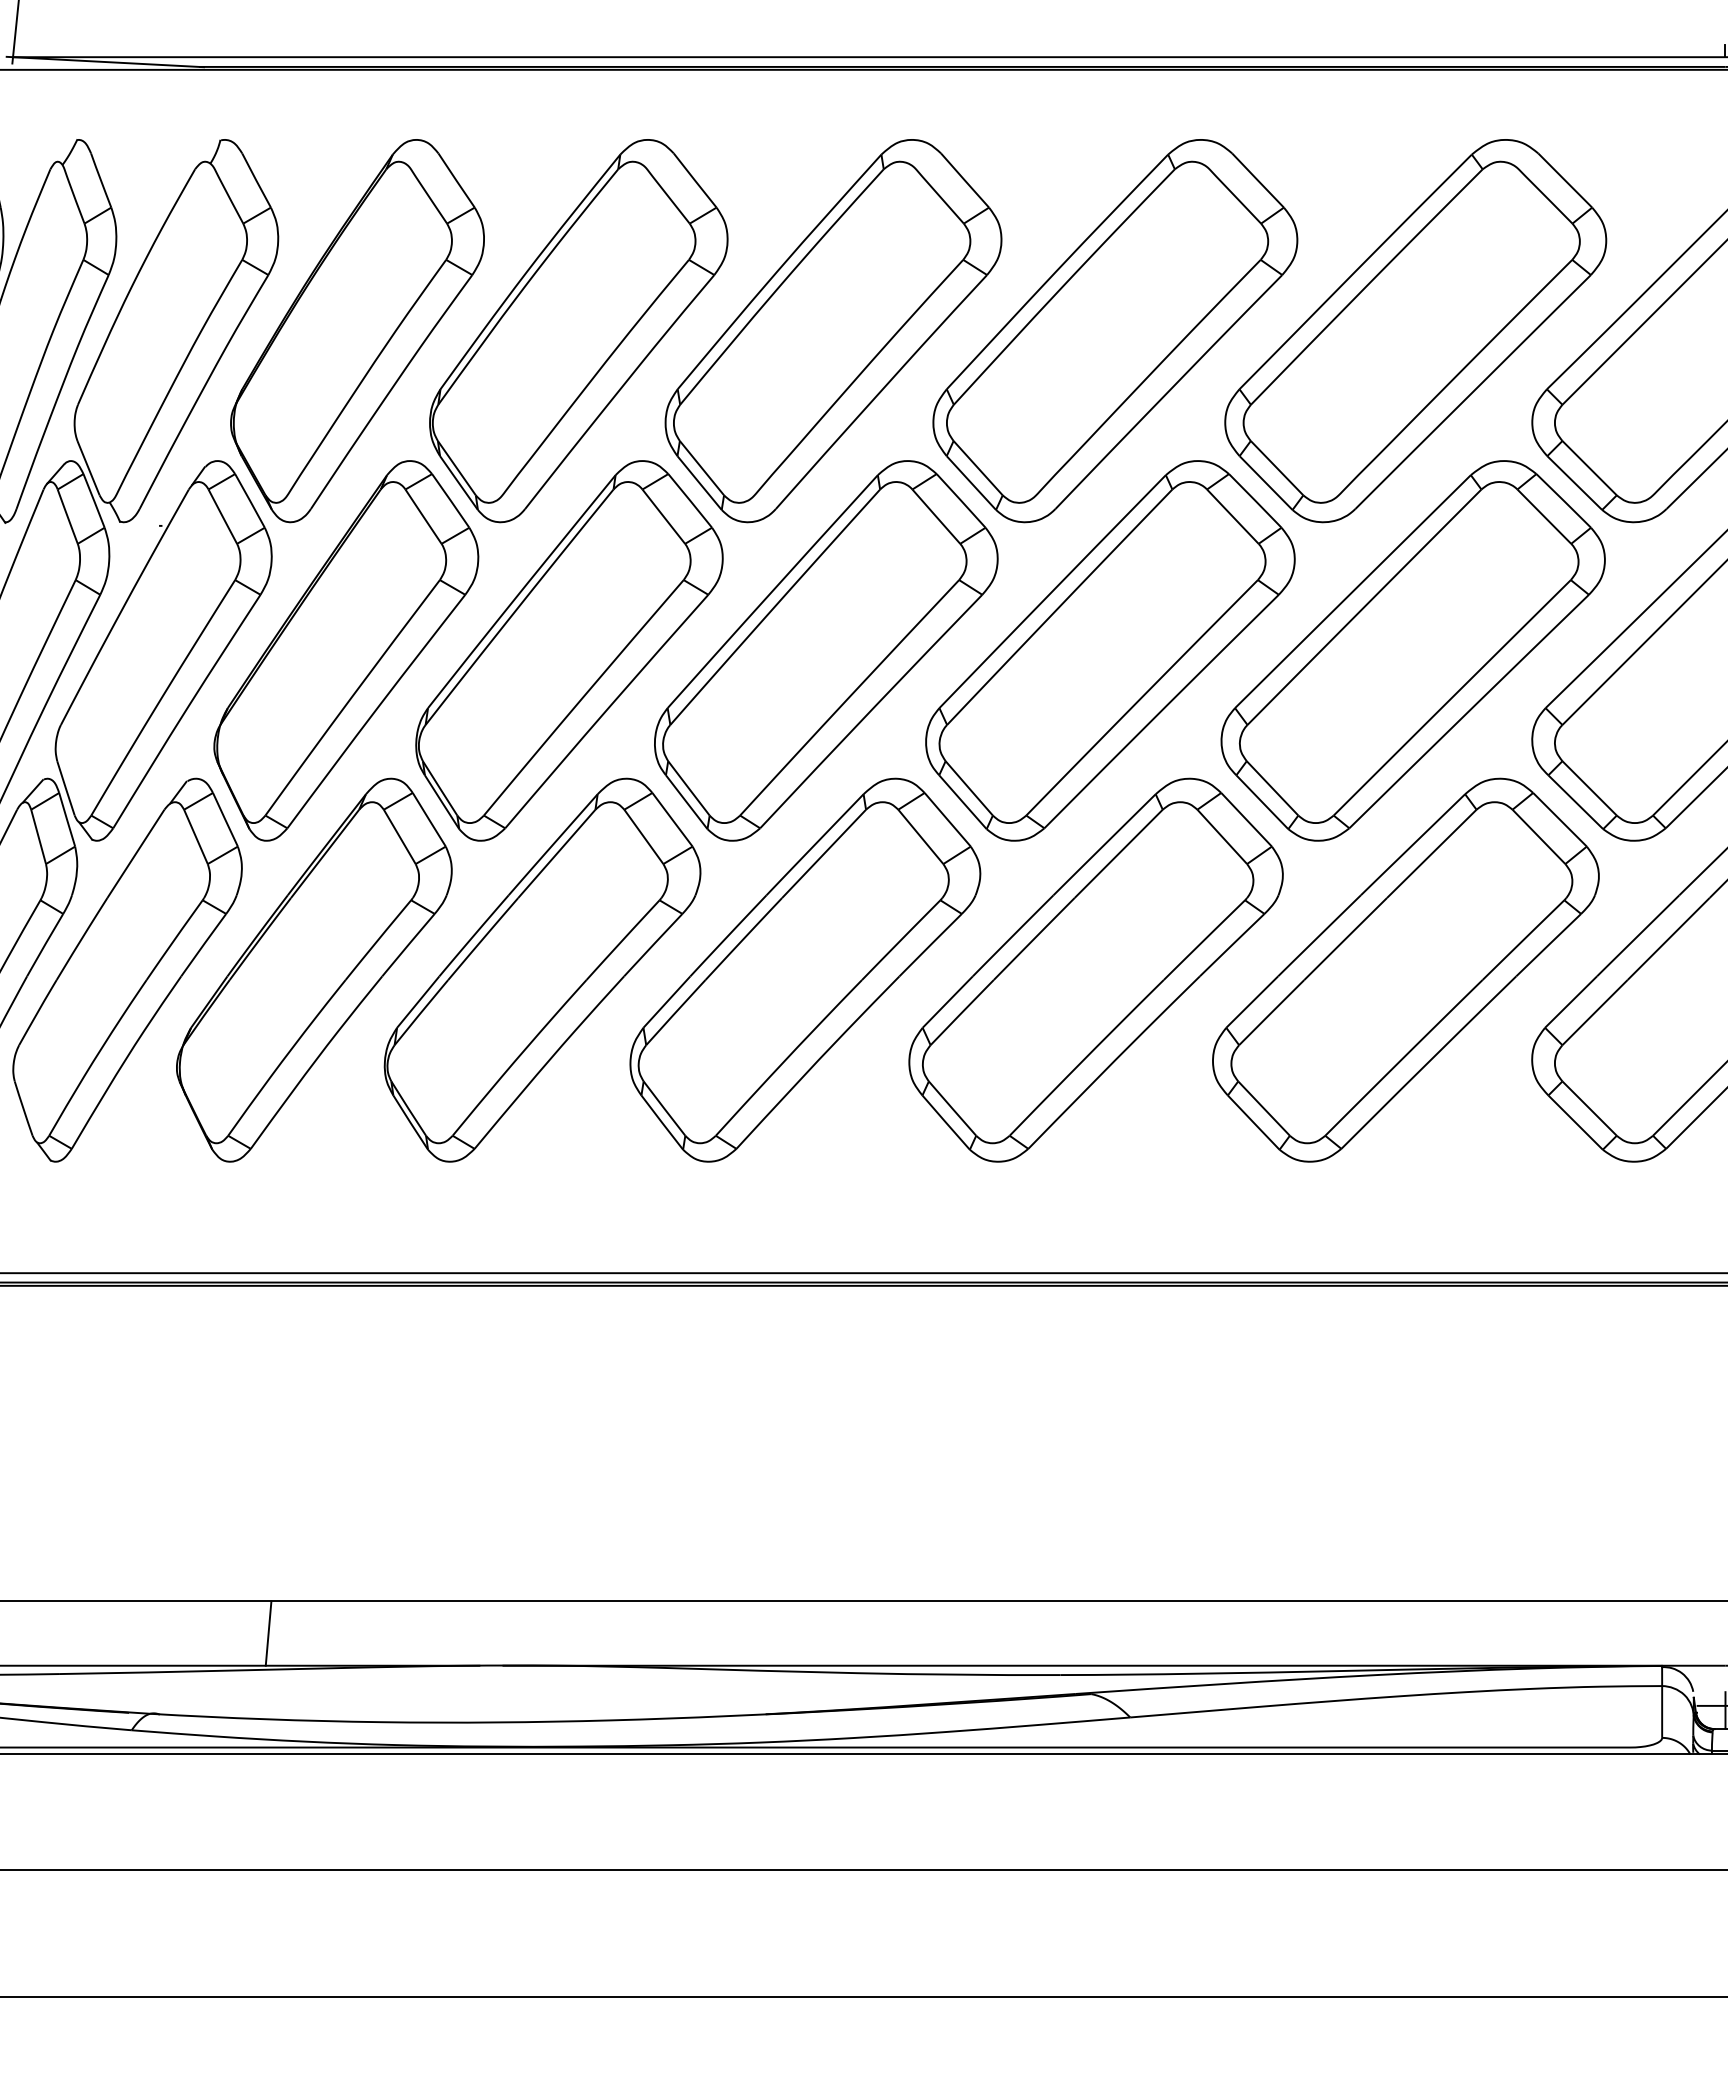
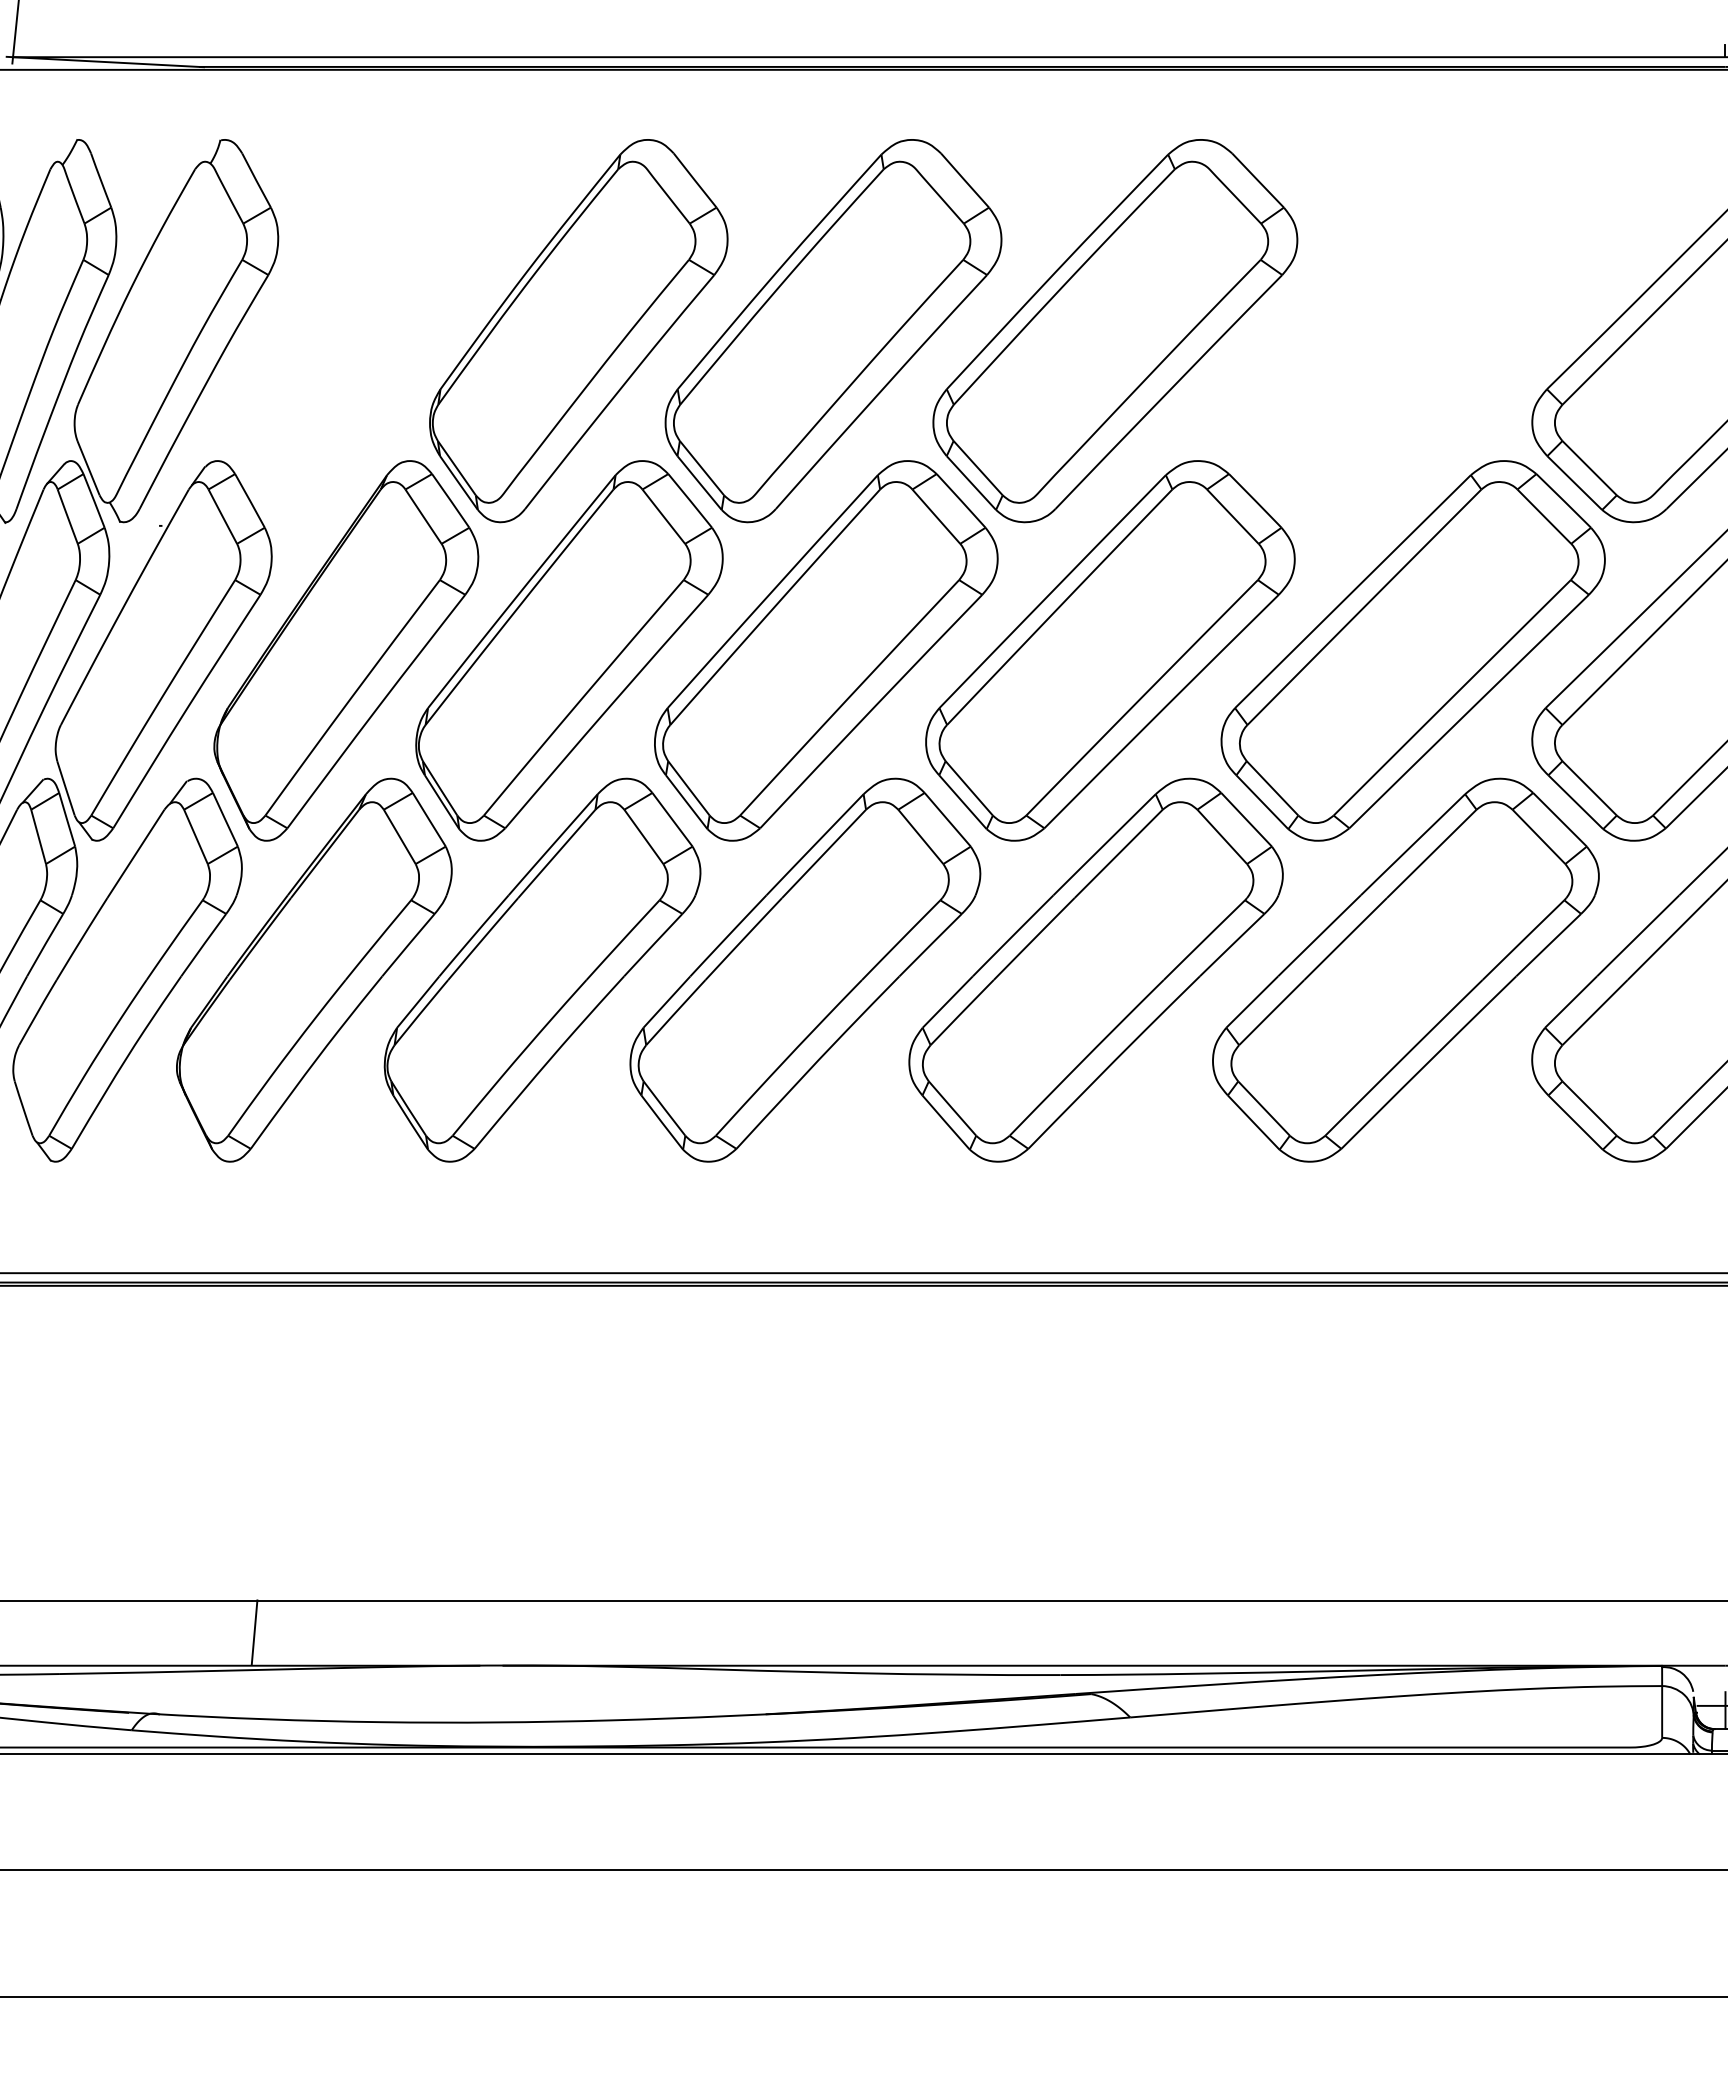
part at (357, 331): present -> none
part at (1415, 331): present -> none
line at (268, 1633) position: (268, 1633) -> (254, 1632)
